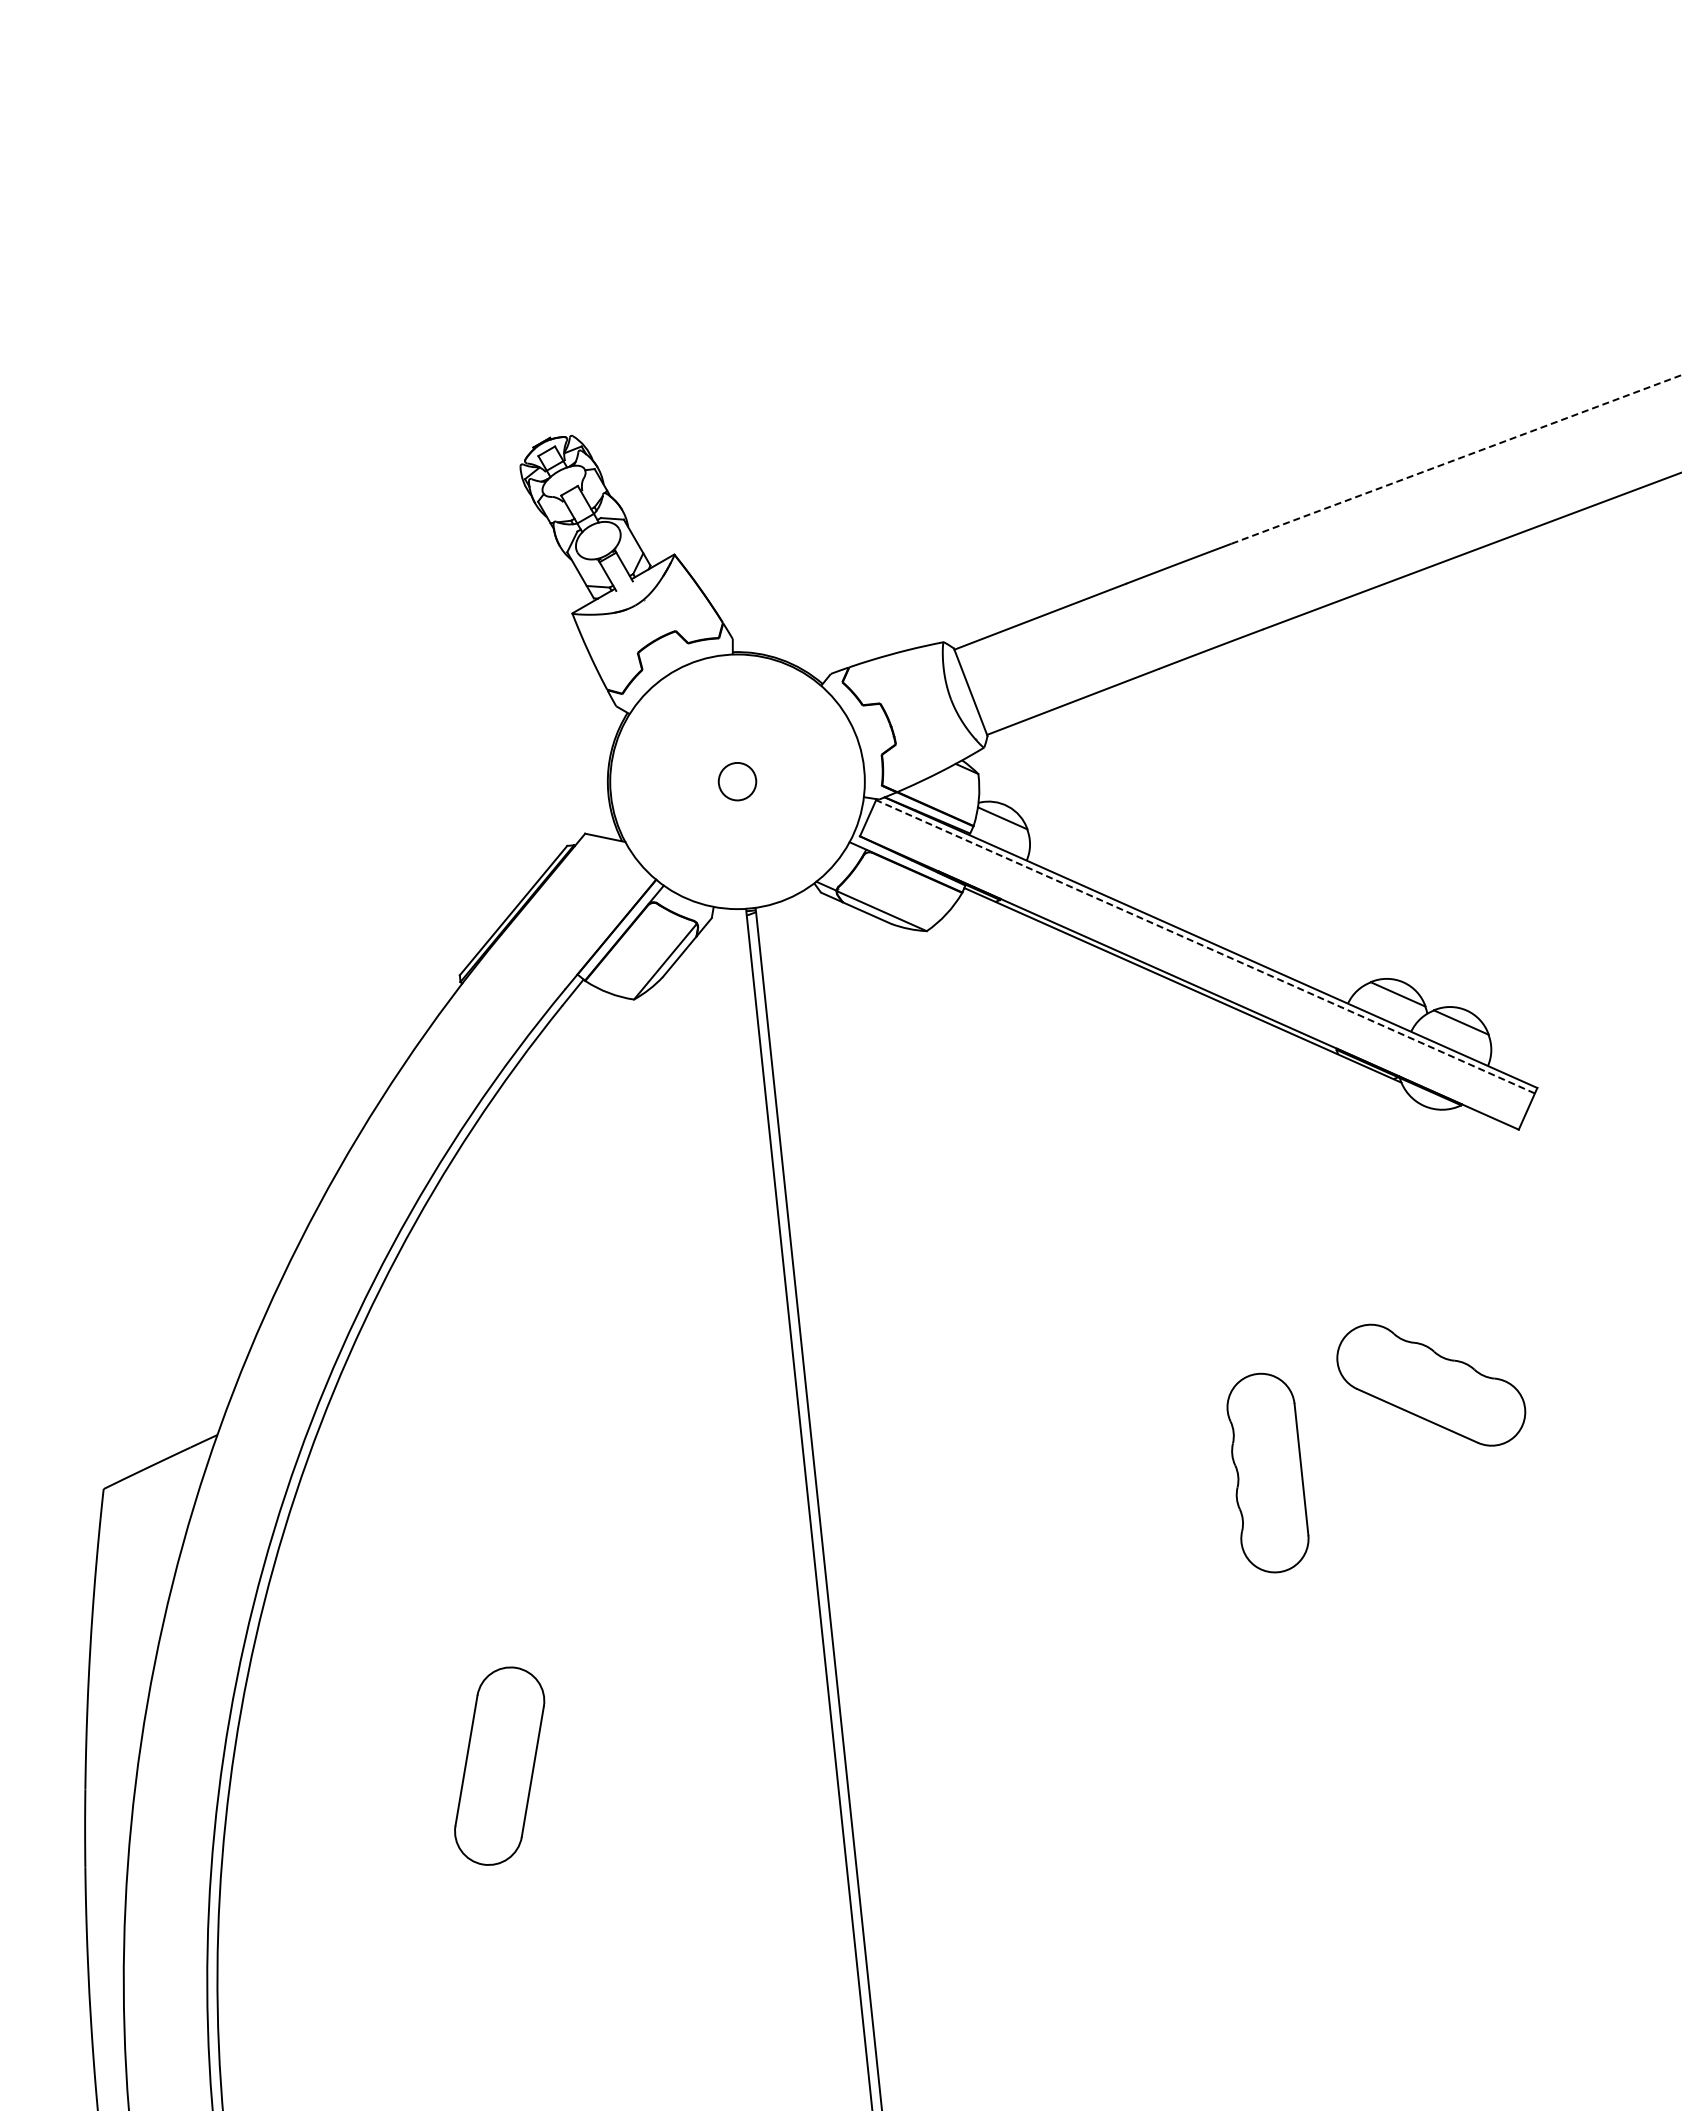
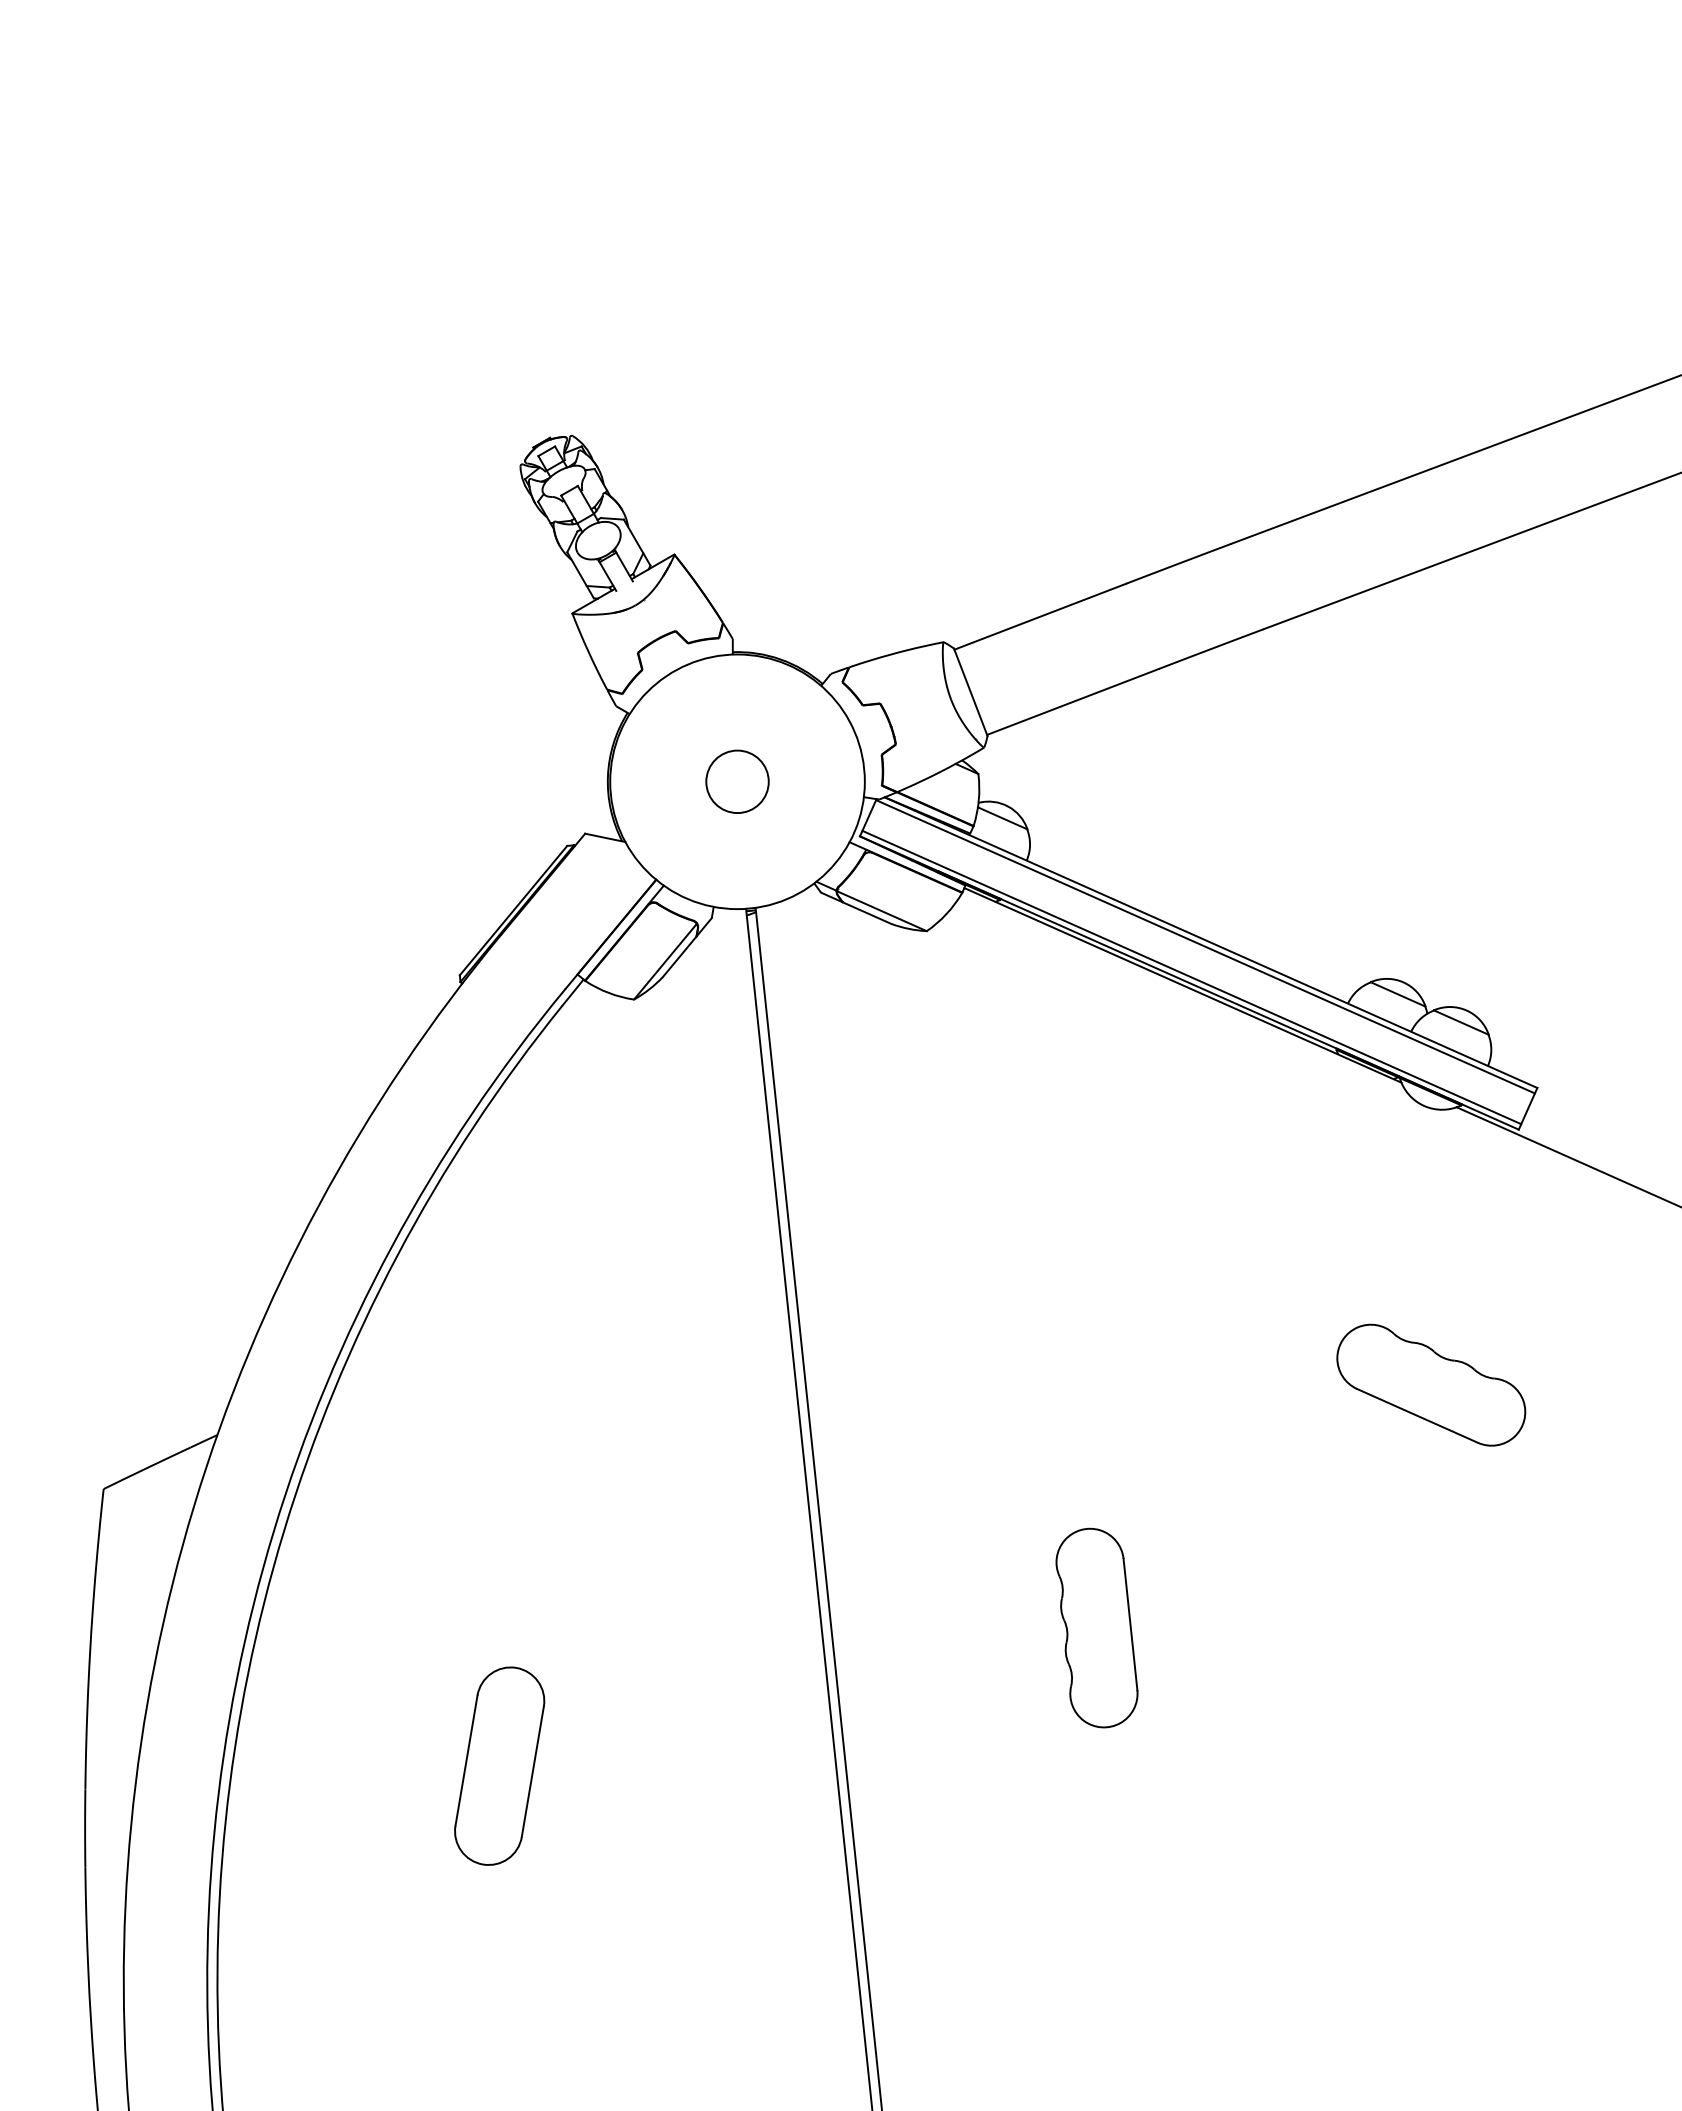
line at (1457, 459): dashed -> solid
circle at (737, 781) size: 41x40 px -> 65x65 px
line at (1205, 946): dashed -> solid
line at (1191, 977): none -> present
line at (1567, 1156): none -> present
part at (1267, 1472) position: (1267, 1472) -> (1096, 1627)
